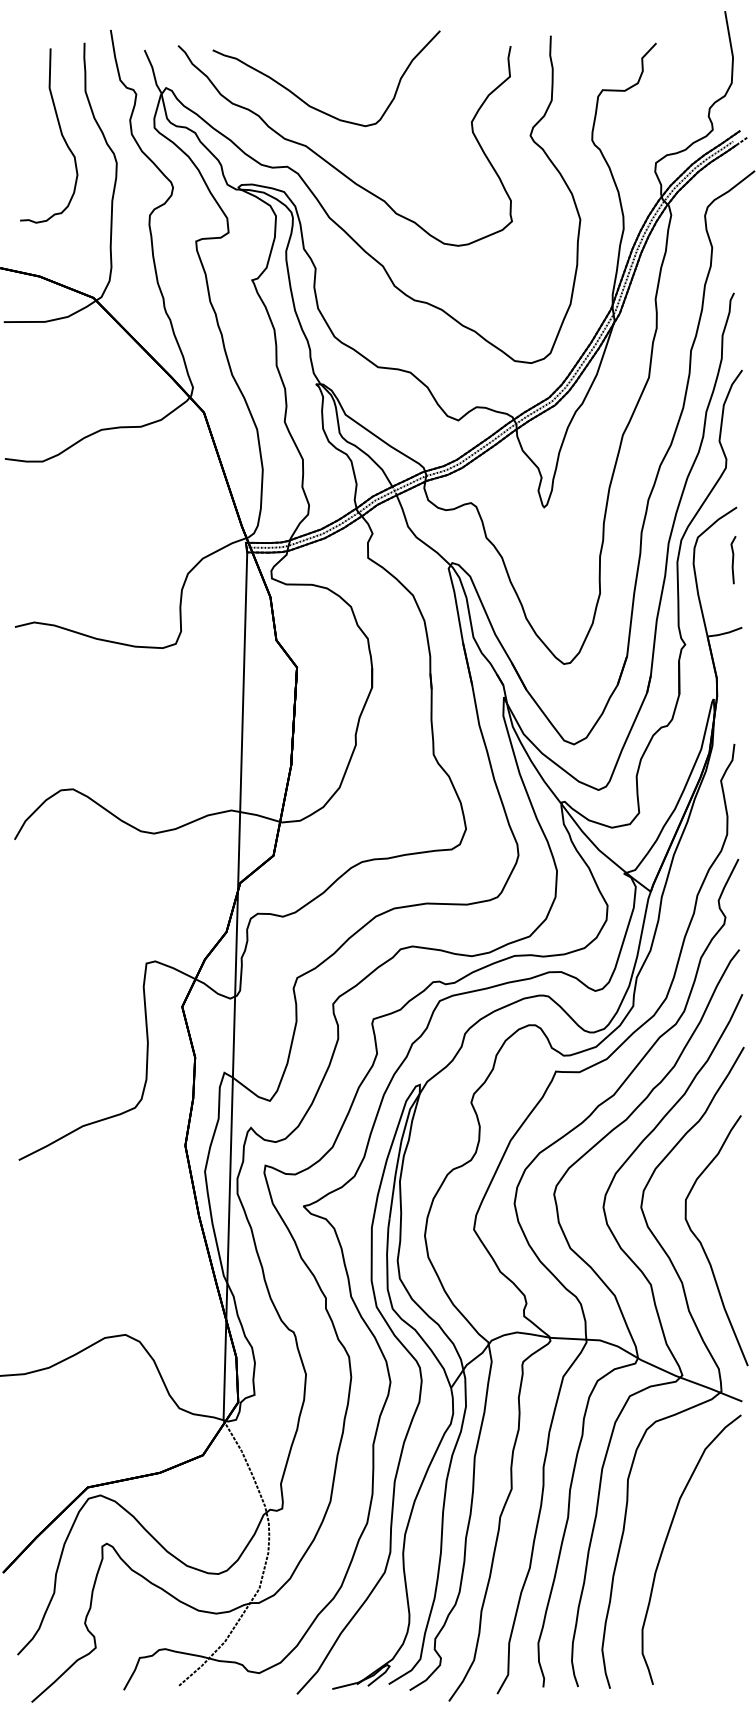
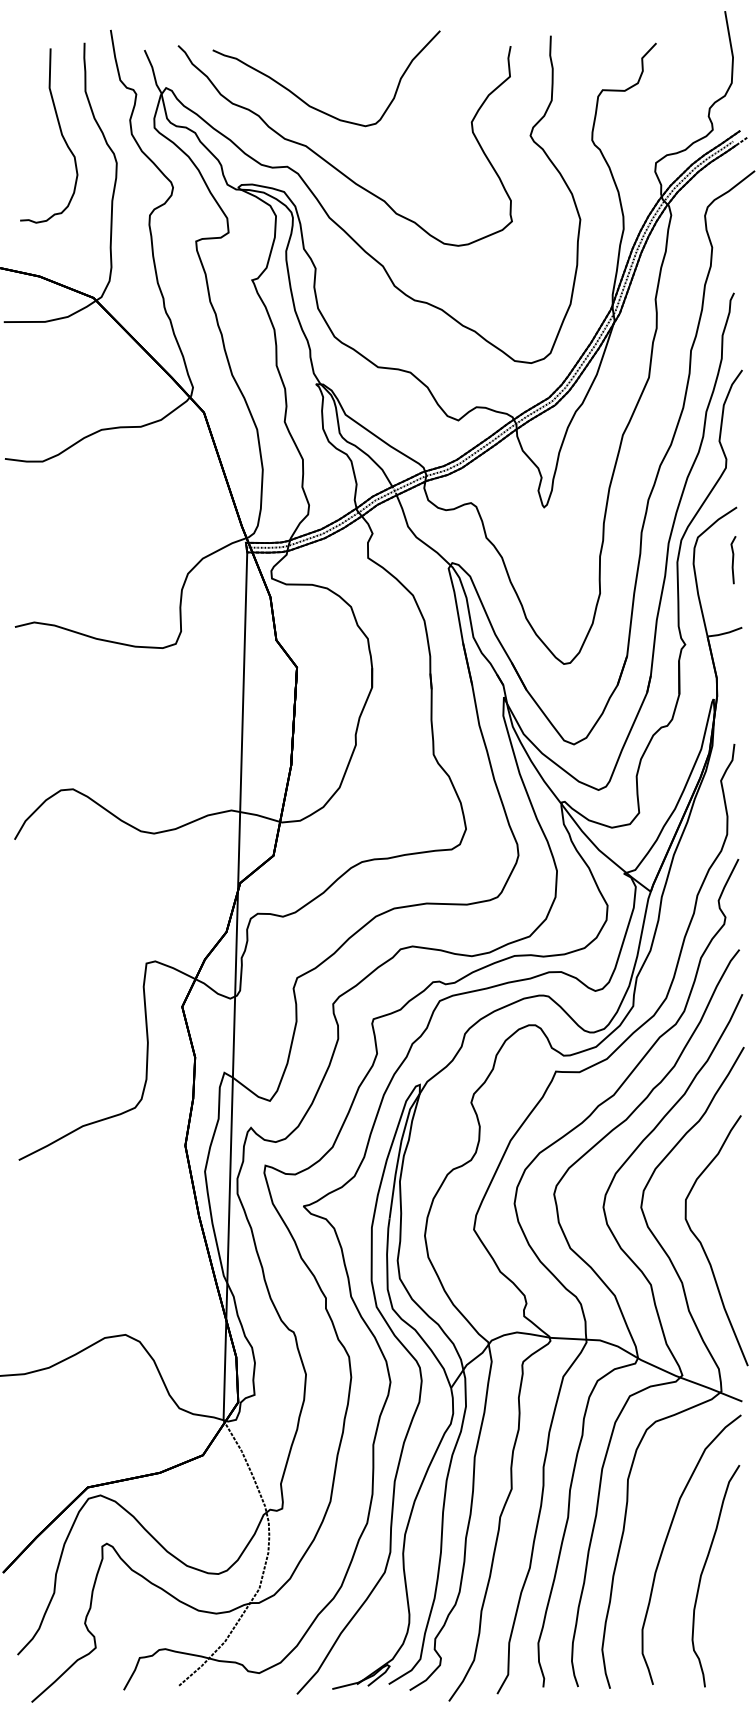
part at (703, 1571): none -> present
